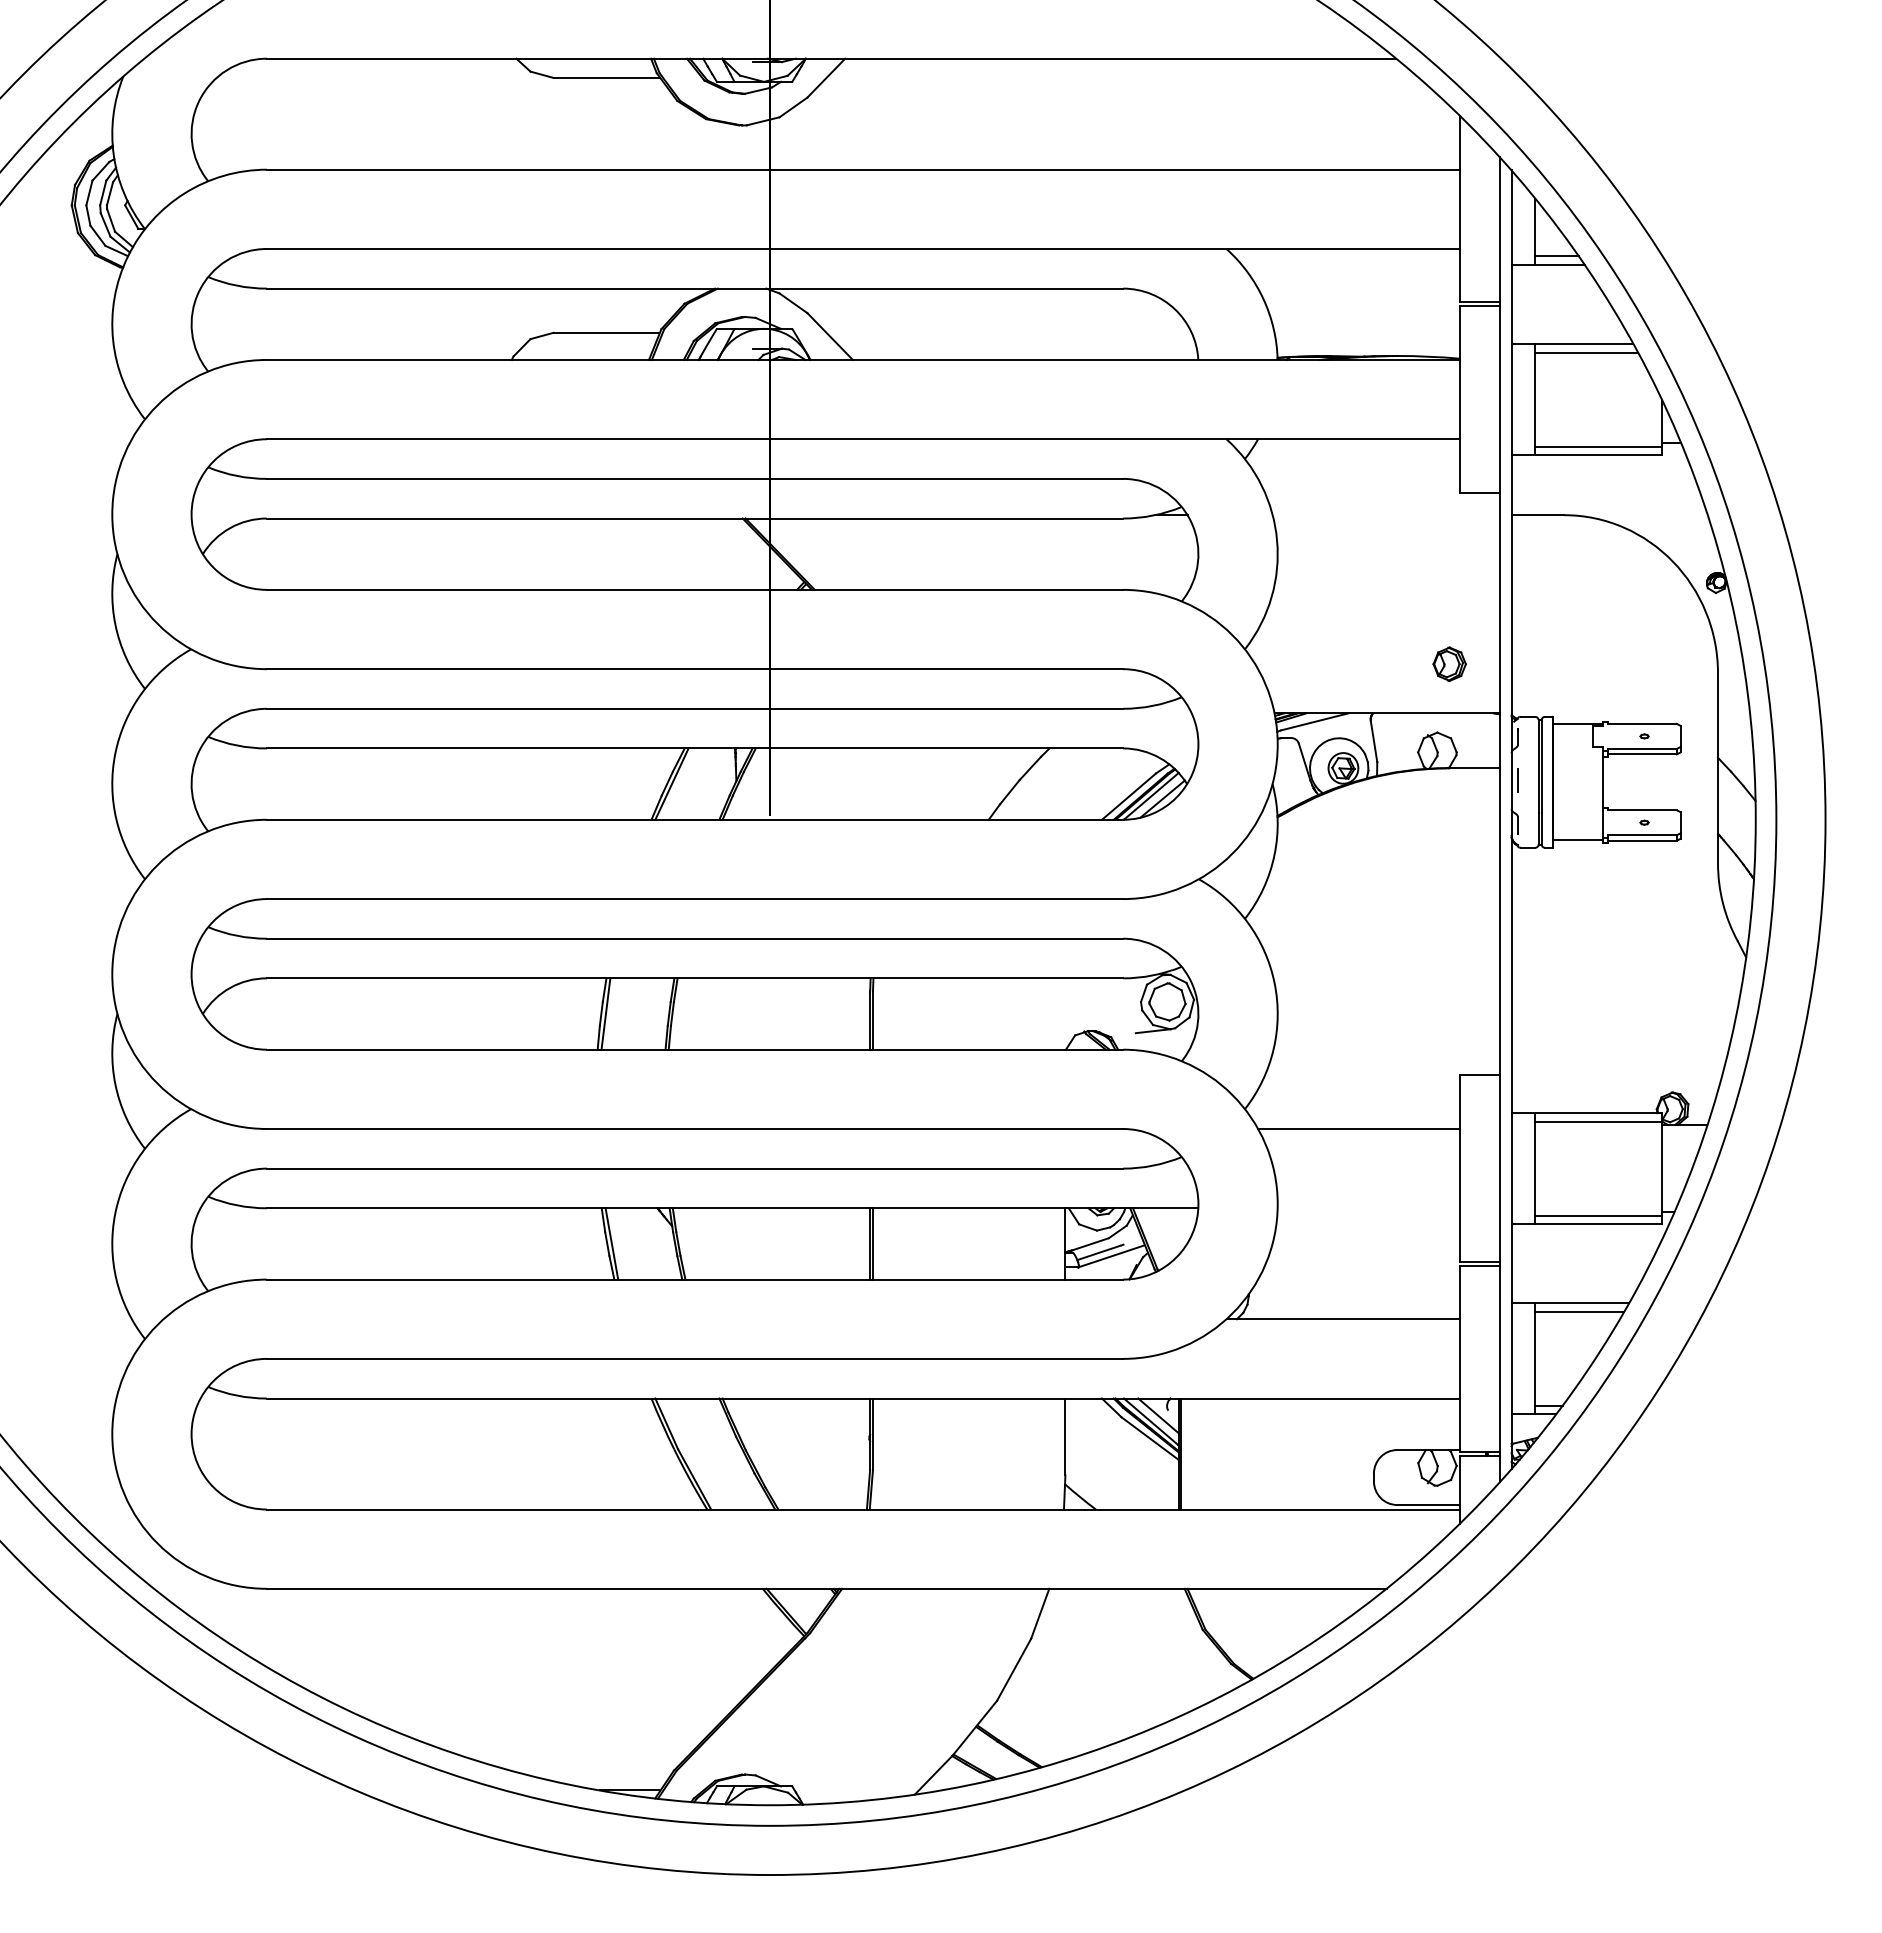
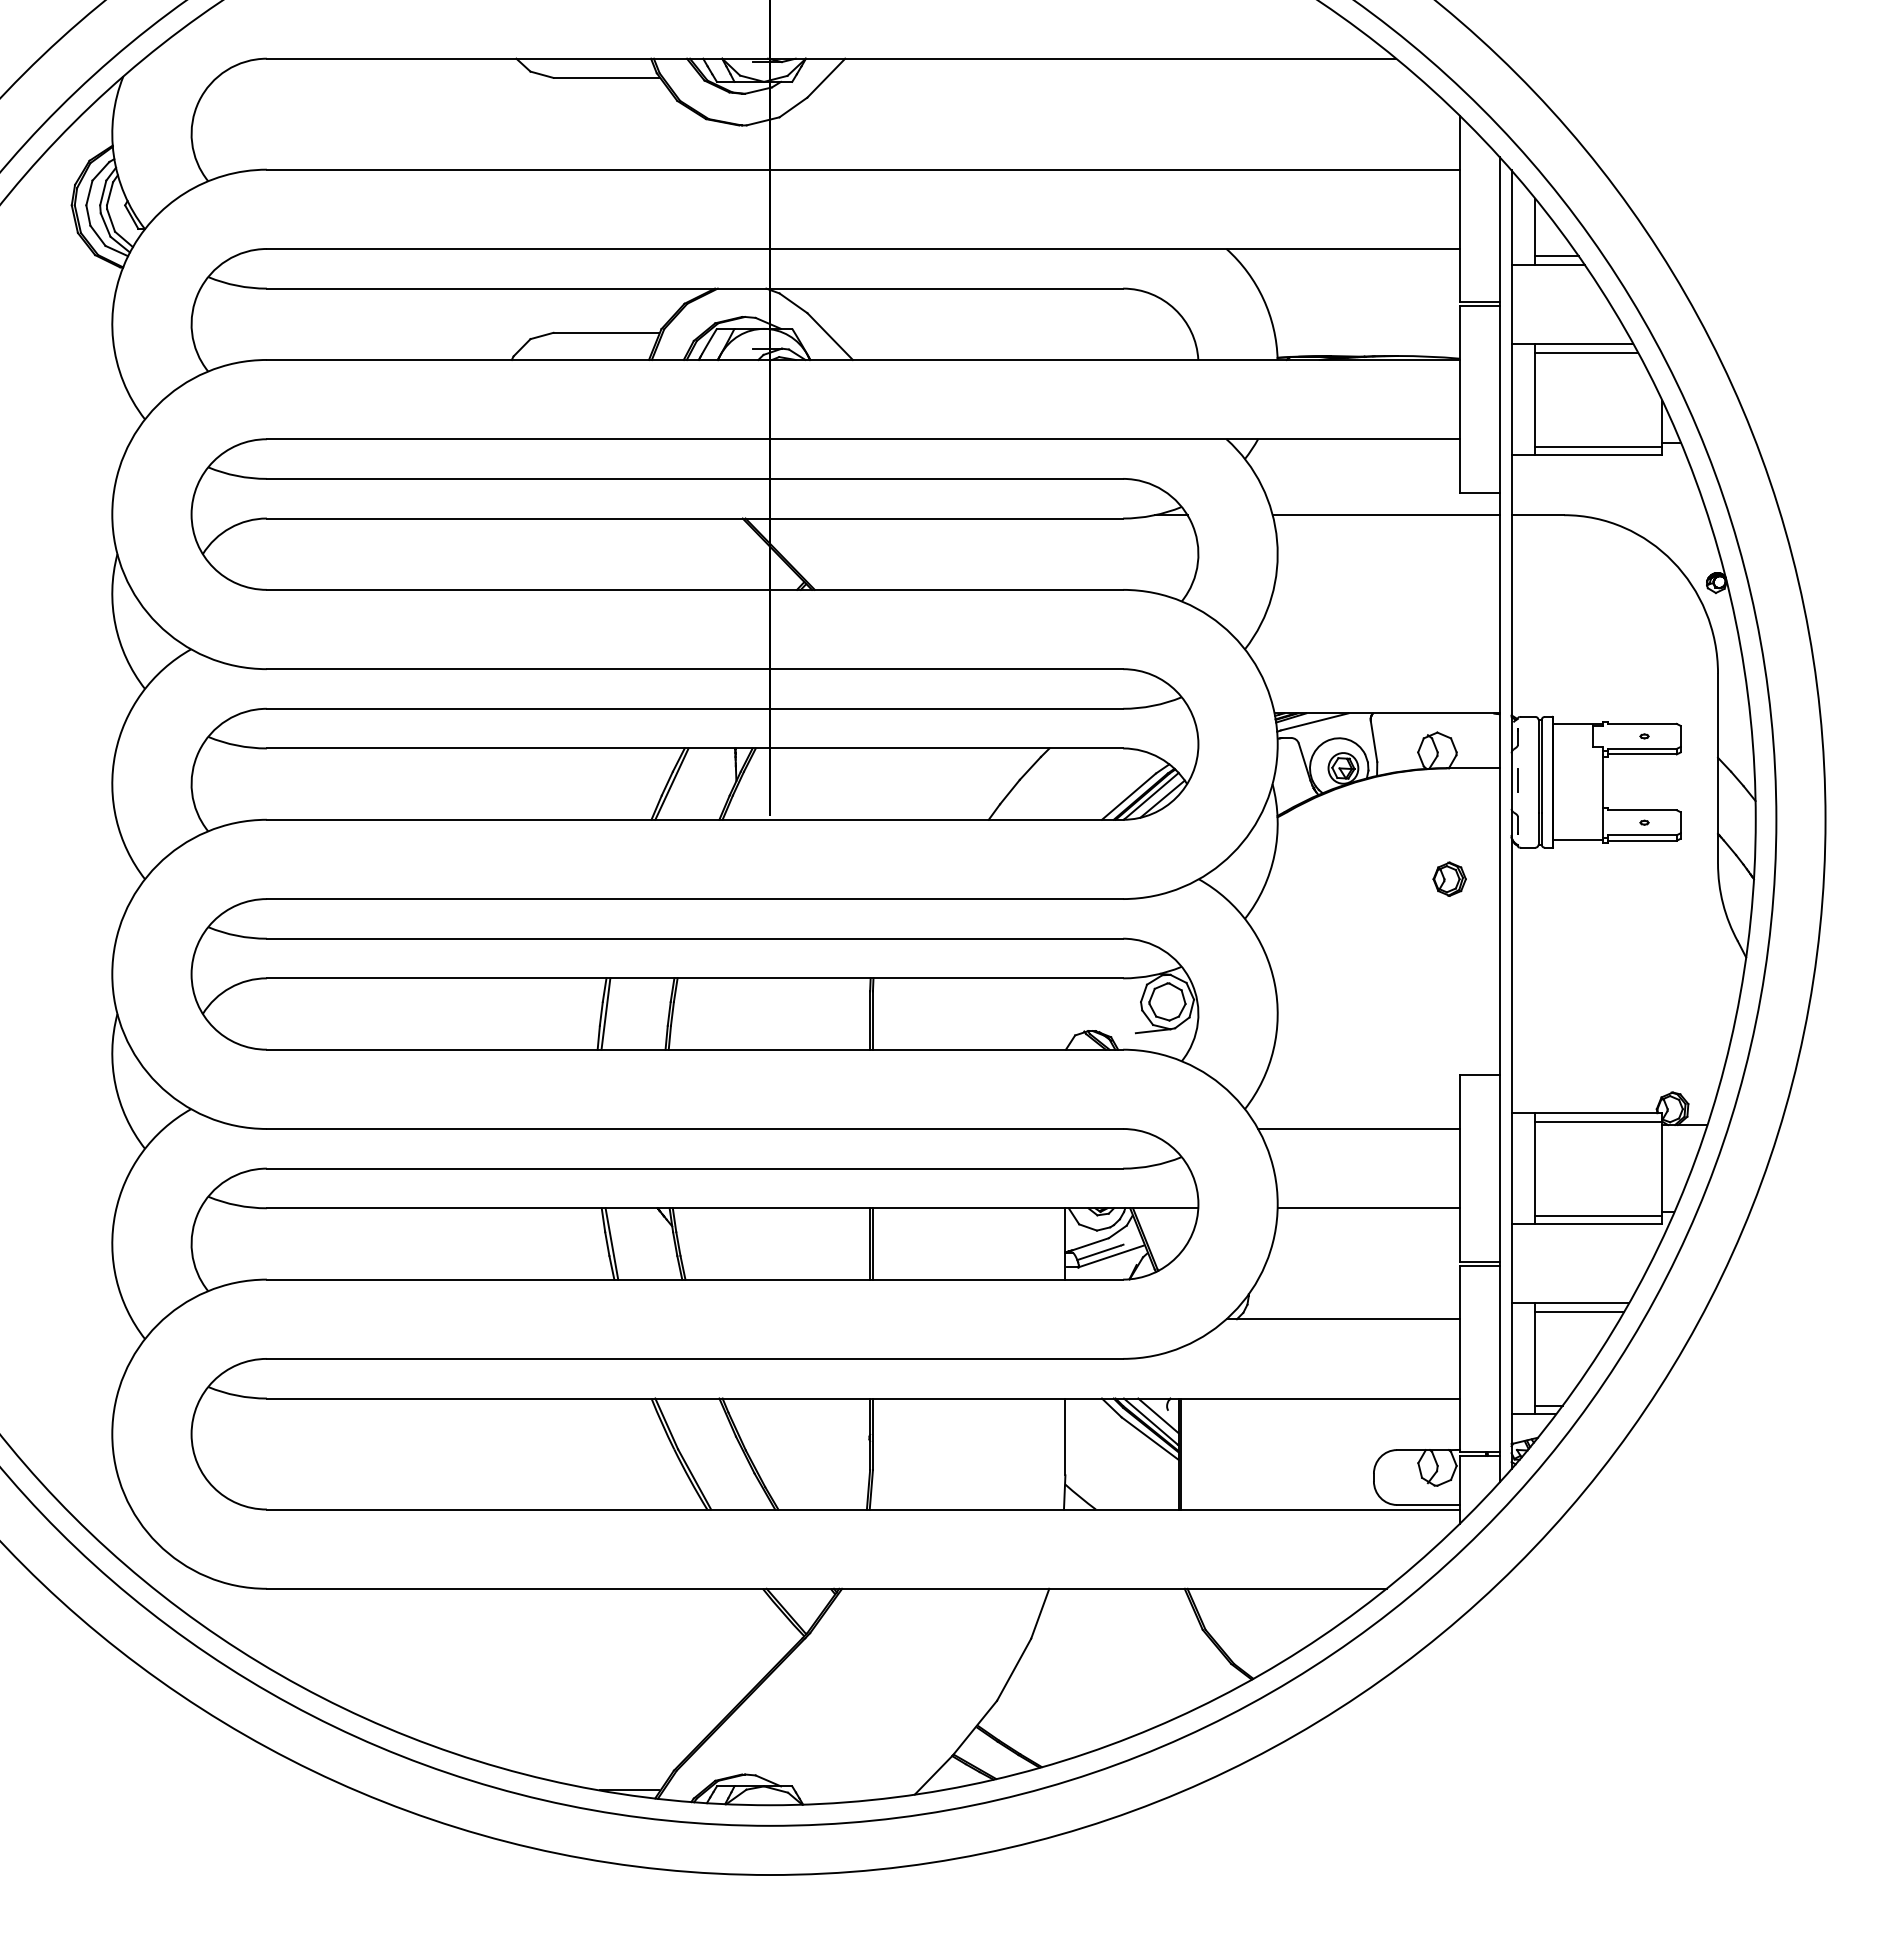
line at (1385, 515): none -> present
part at (1449, 663) position: (1449, 663) -> (1449, 878)
line at (1368, 1208): none -> present
